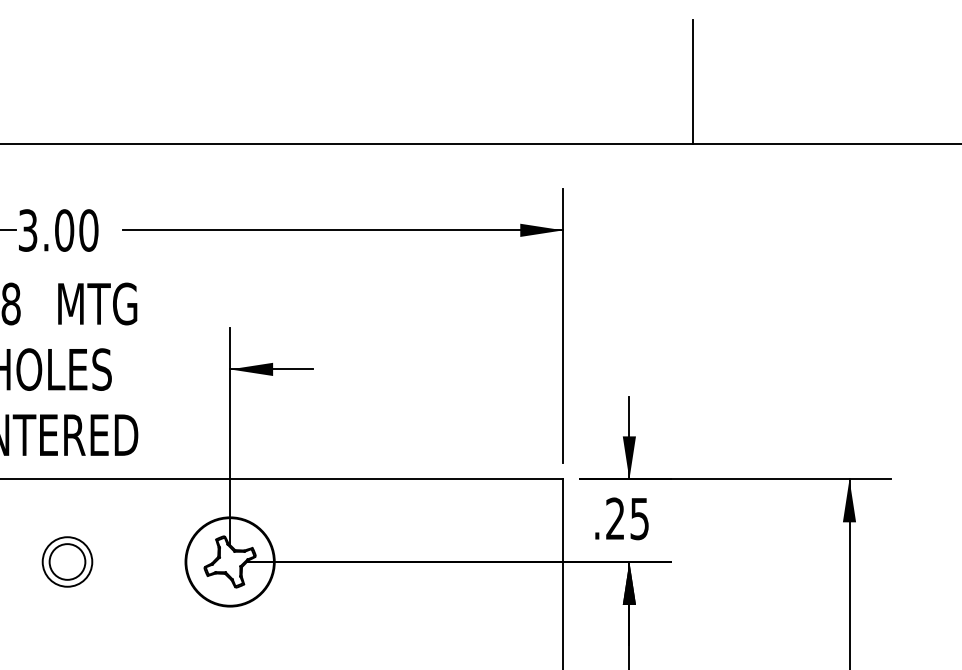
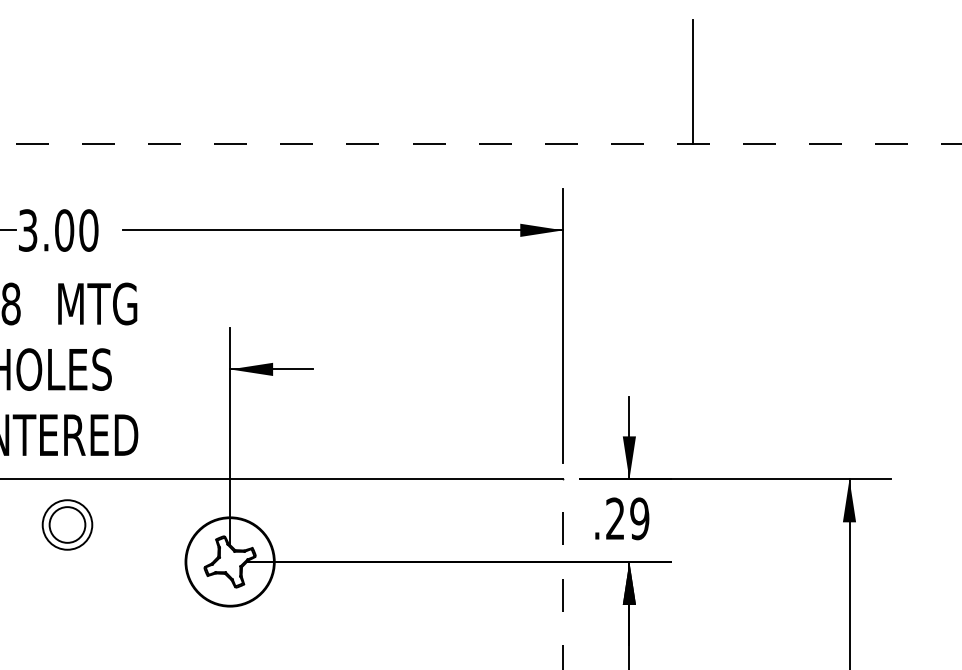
line at (481, 144): solid -> dashed
text at (639, 518): .25 -> .29
part at (67, 561) position: (67, 561) -> (67, 524)
line at (563, 574): solid -> dashed
